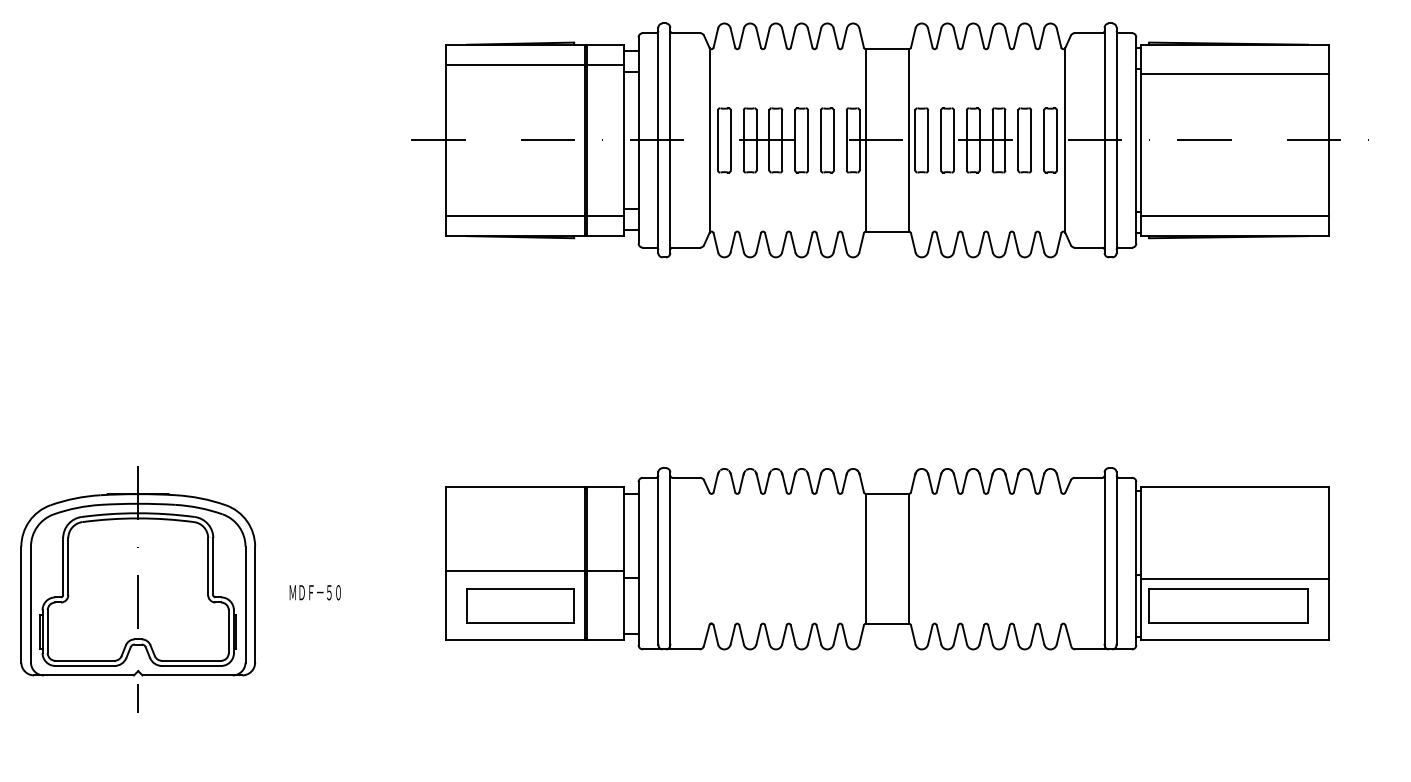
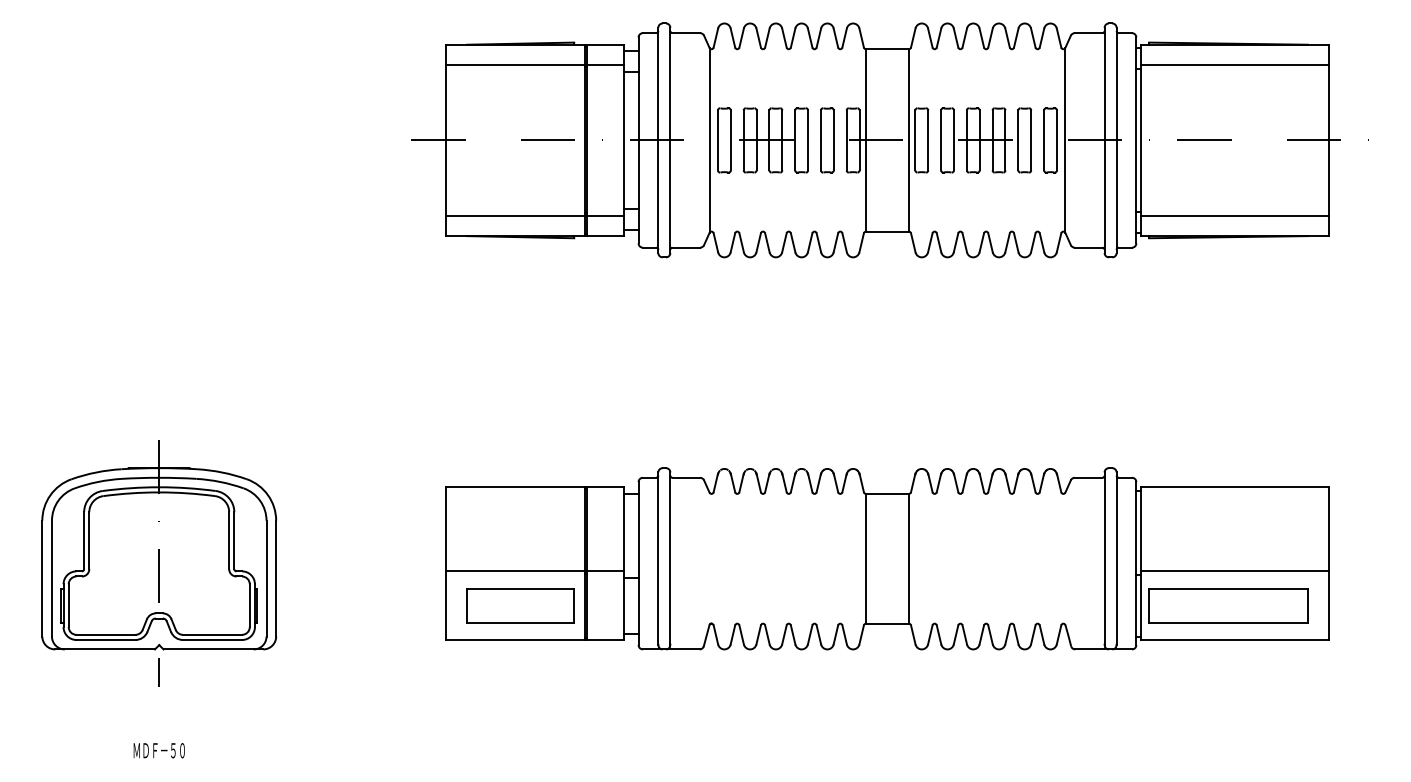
line at (1234, 74) position: (1234, 74) -> (1234, 65)
line at (1234, 579) position: (1234, 579) -> (1234, 571)
part at (137, 589) position: (137, 589) -> (158, 563)
text at (314, 592) position: (314, 592) -> (158, 750)
